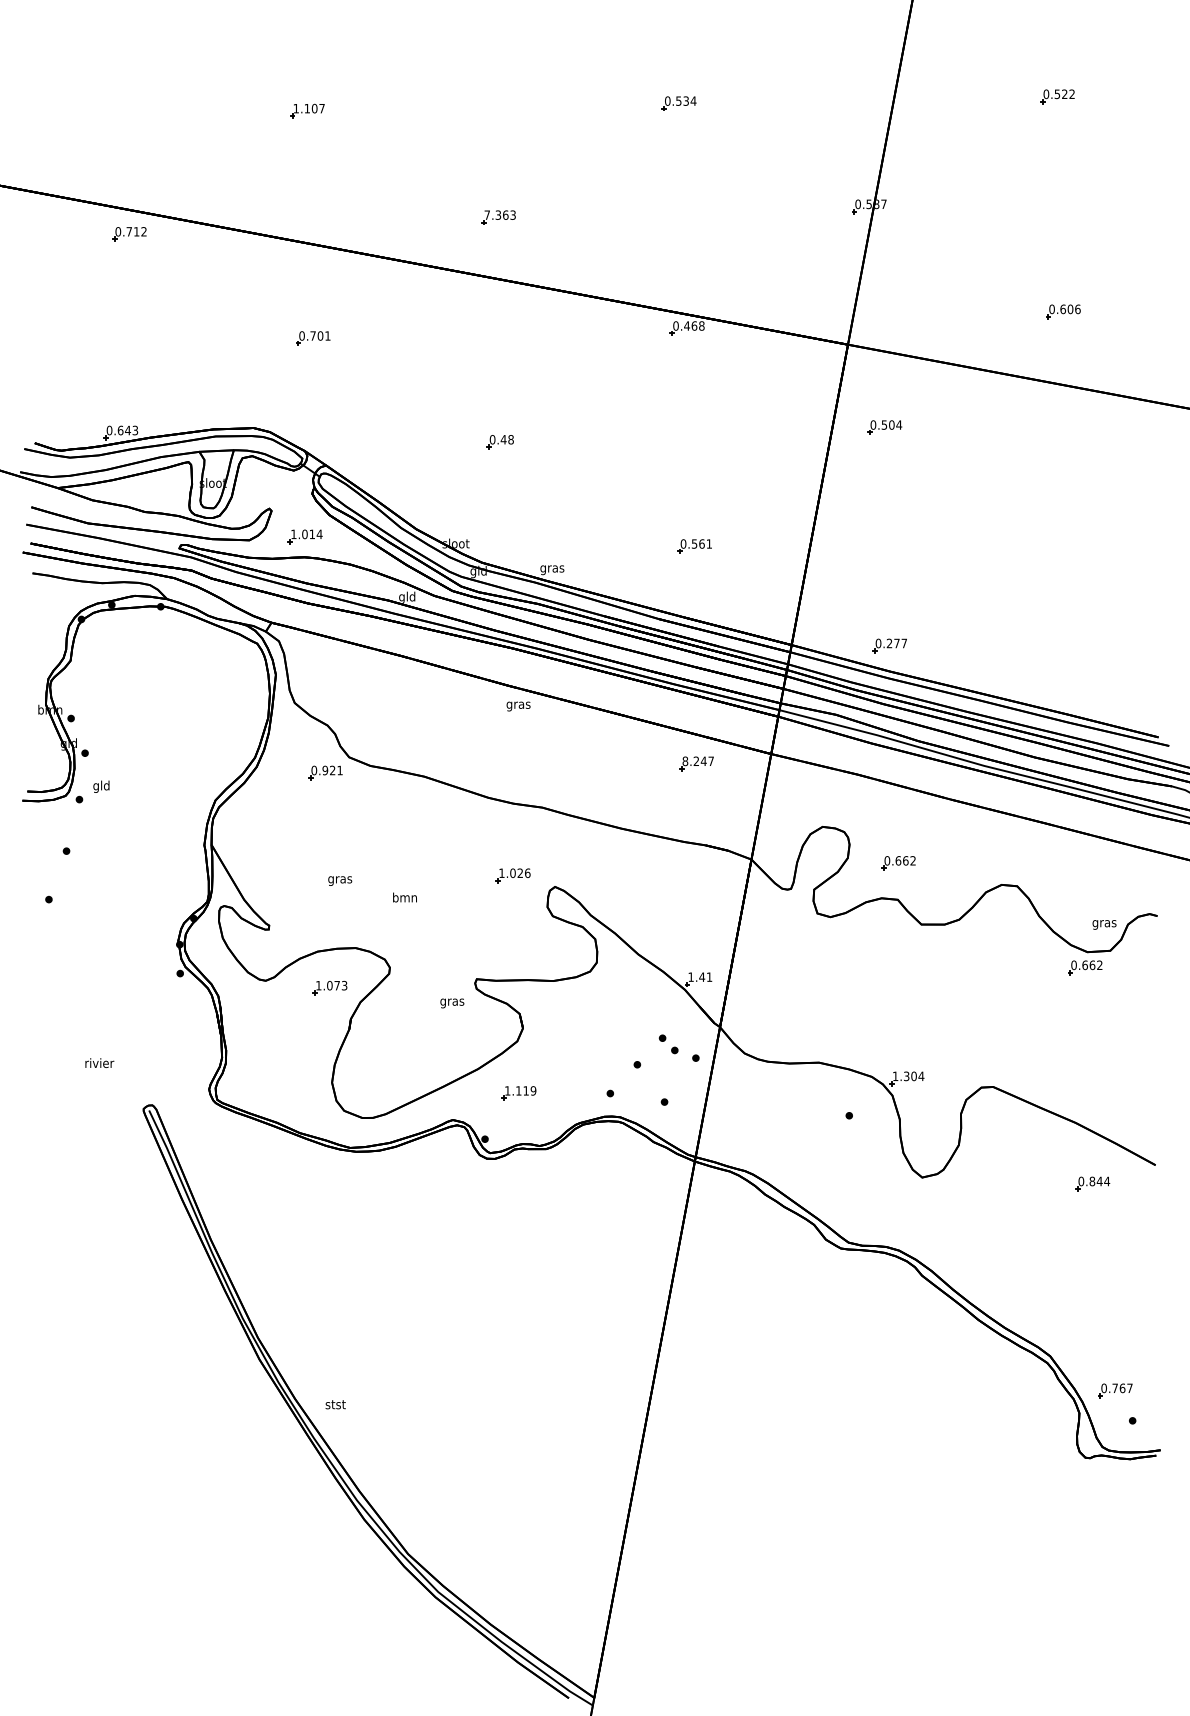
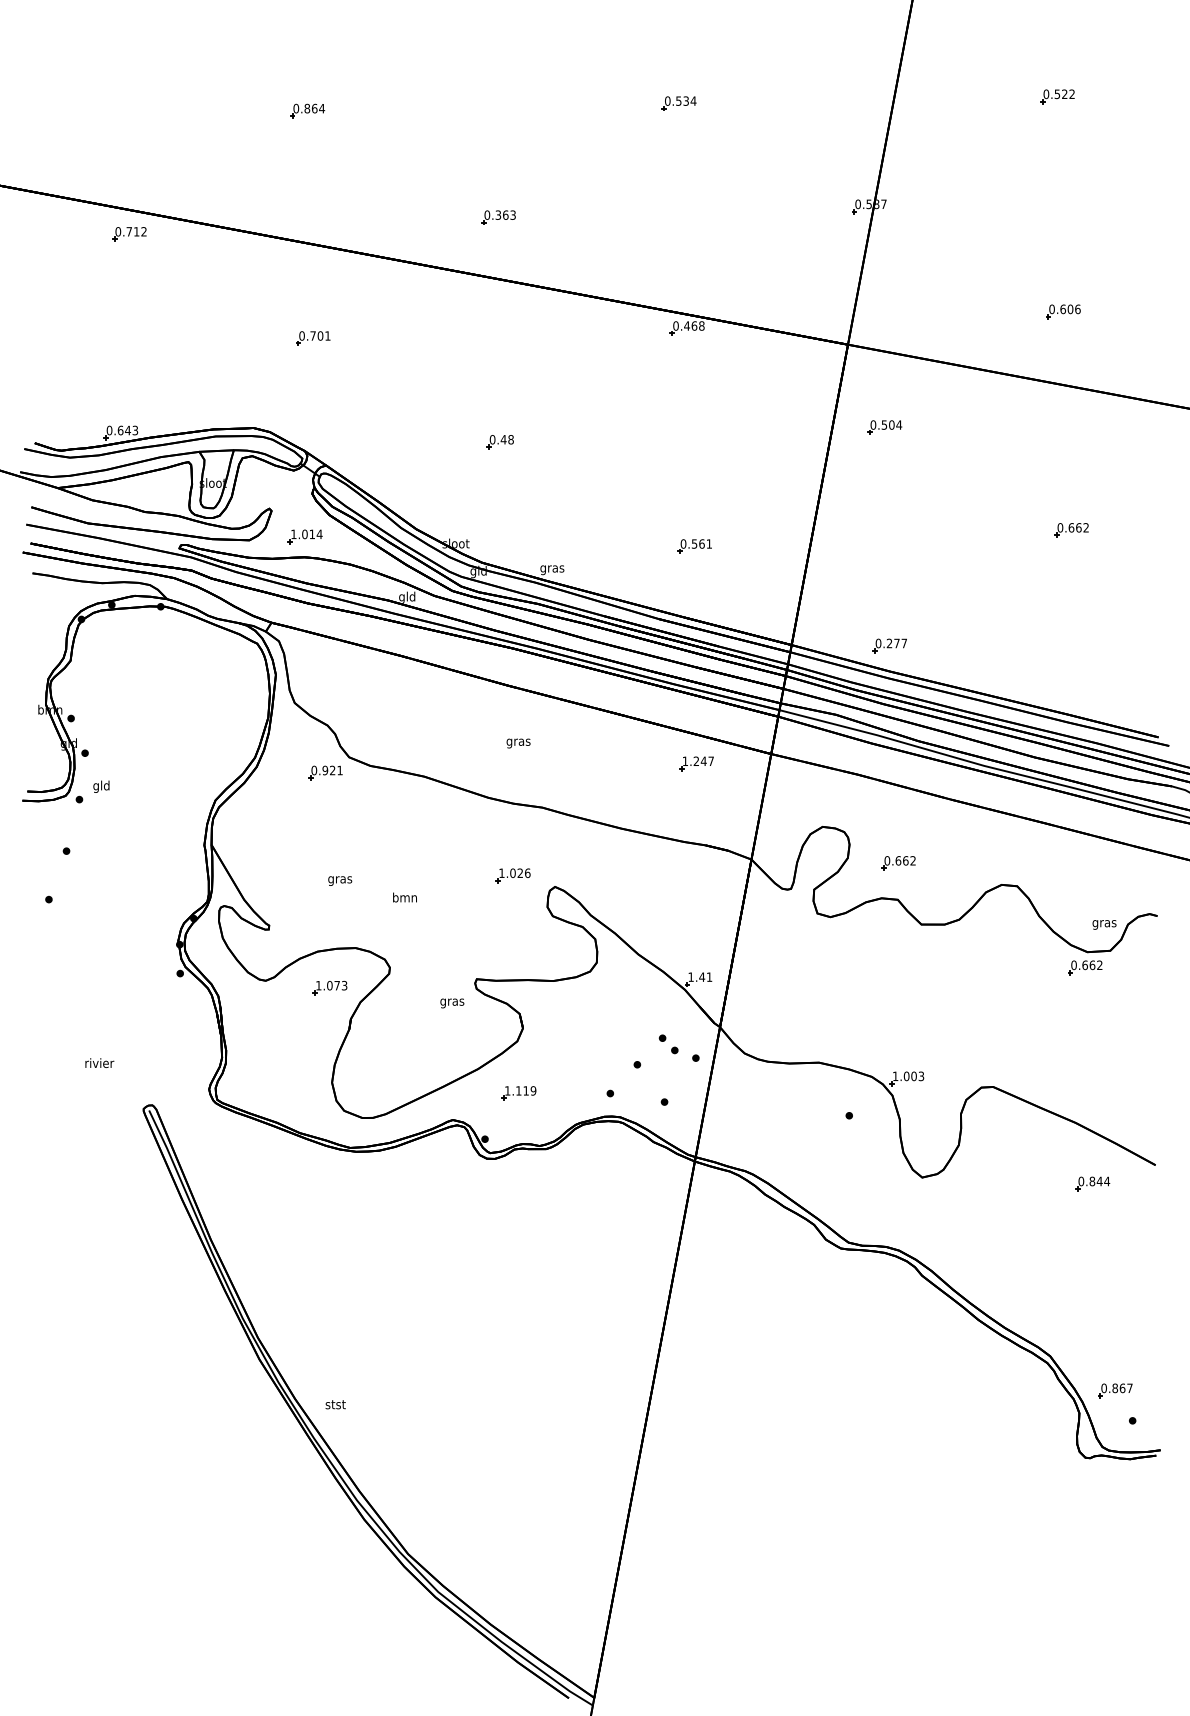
text at (309, 108): 1.107 -> 0.864
text at (487, 214): 7.363 -> 0.363
part at (1071, 530): none -> present
text at (518, 706) position: (518, 706) -> (518, 743)
text at (685, 761): 8.247 -> 1.247
text at (913, 1076): 1.304 -> 1.003
text at (1115, 1388): 0.767 -> 0.867
